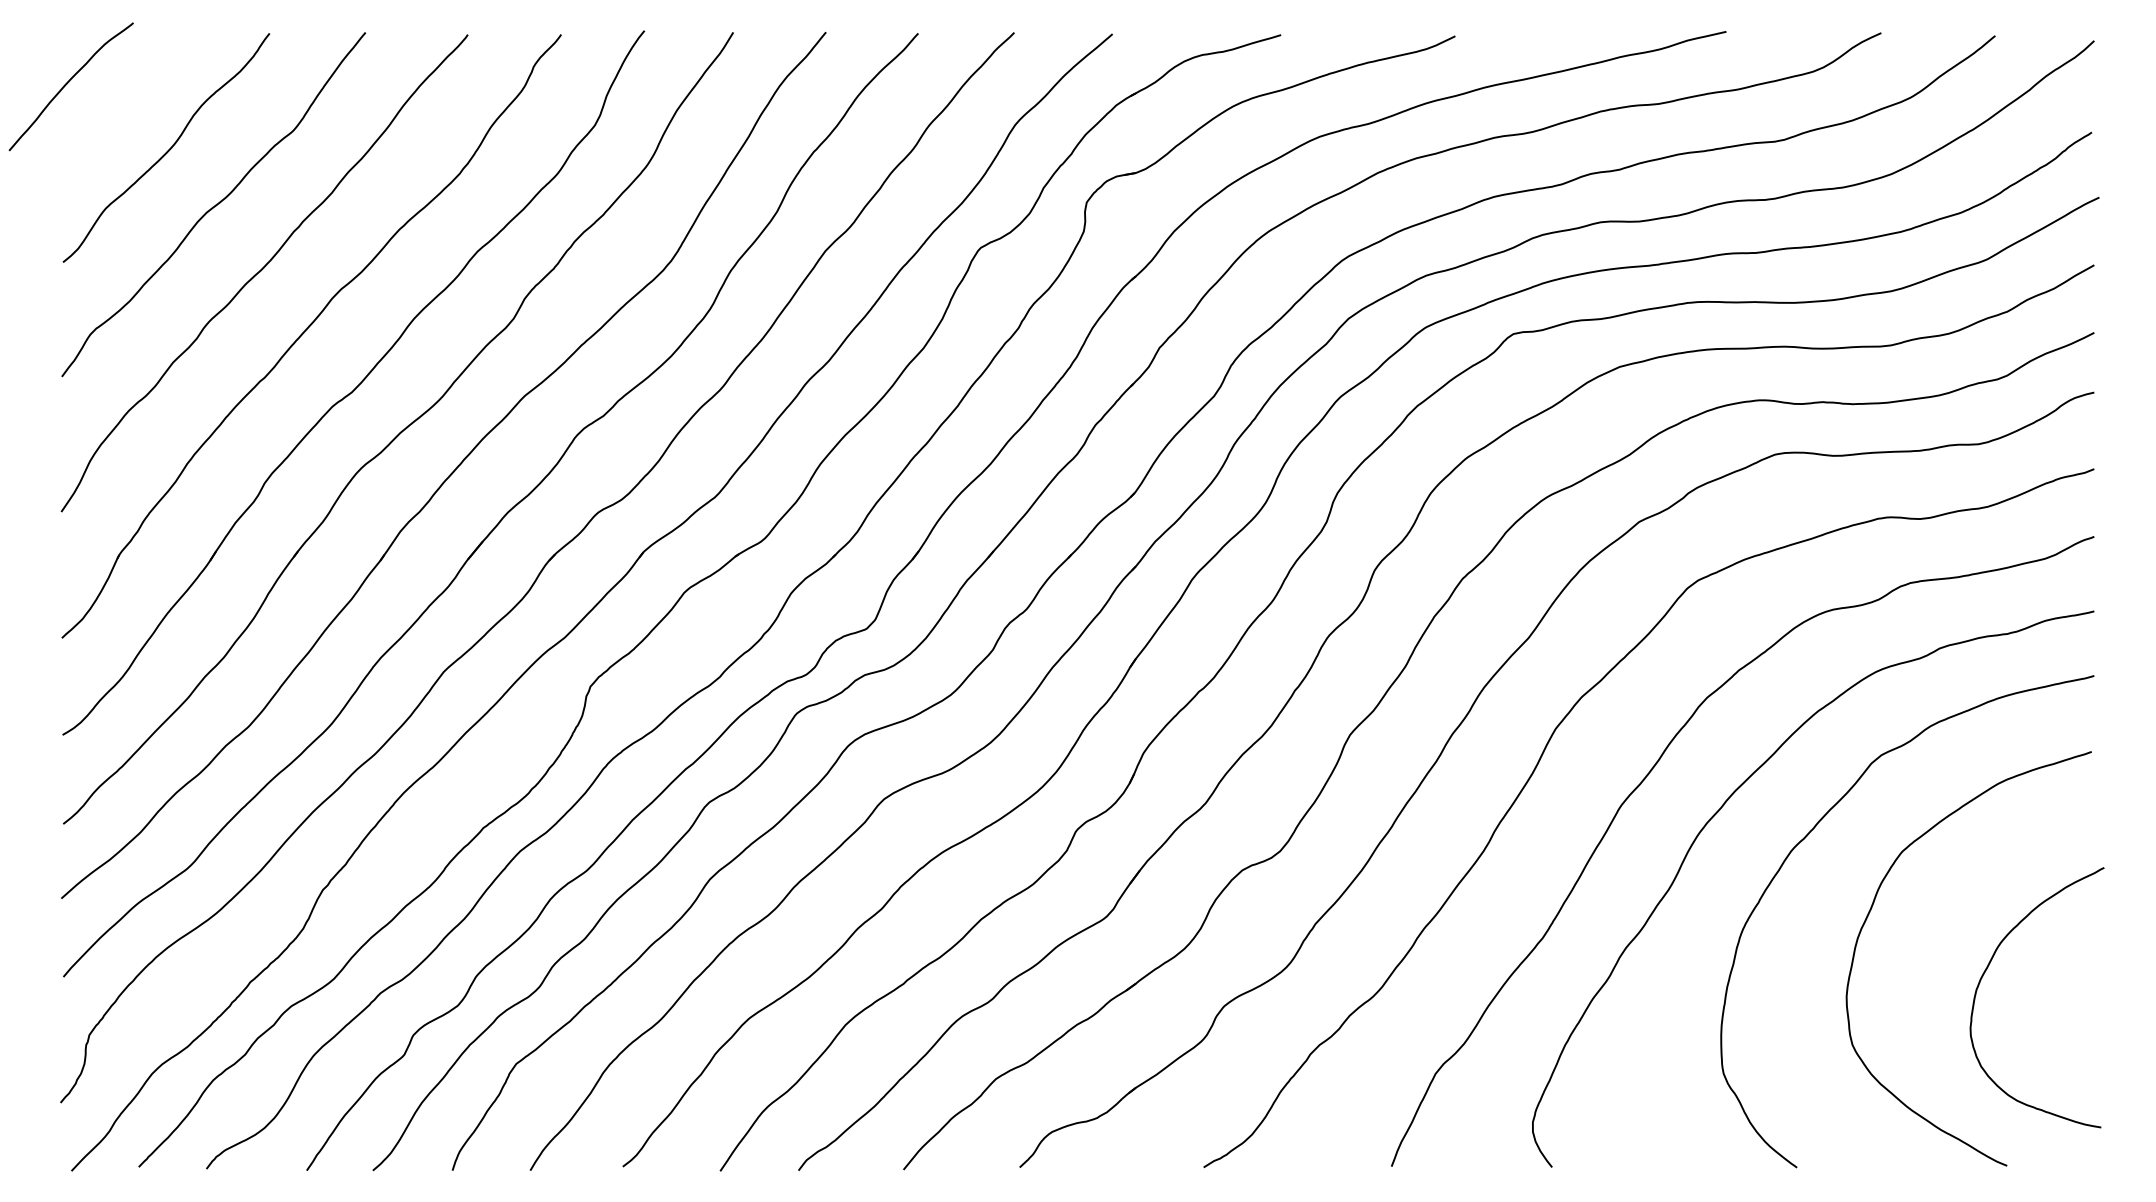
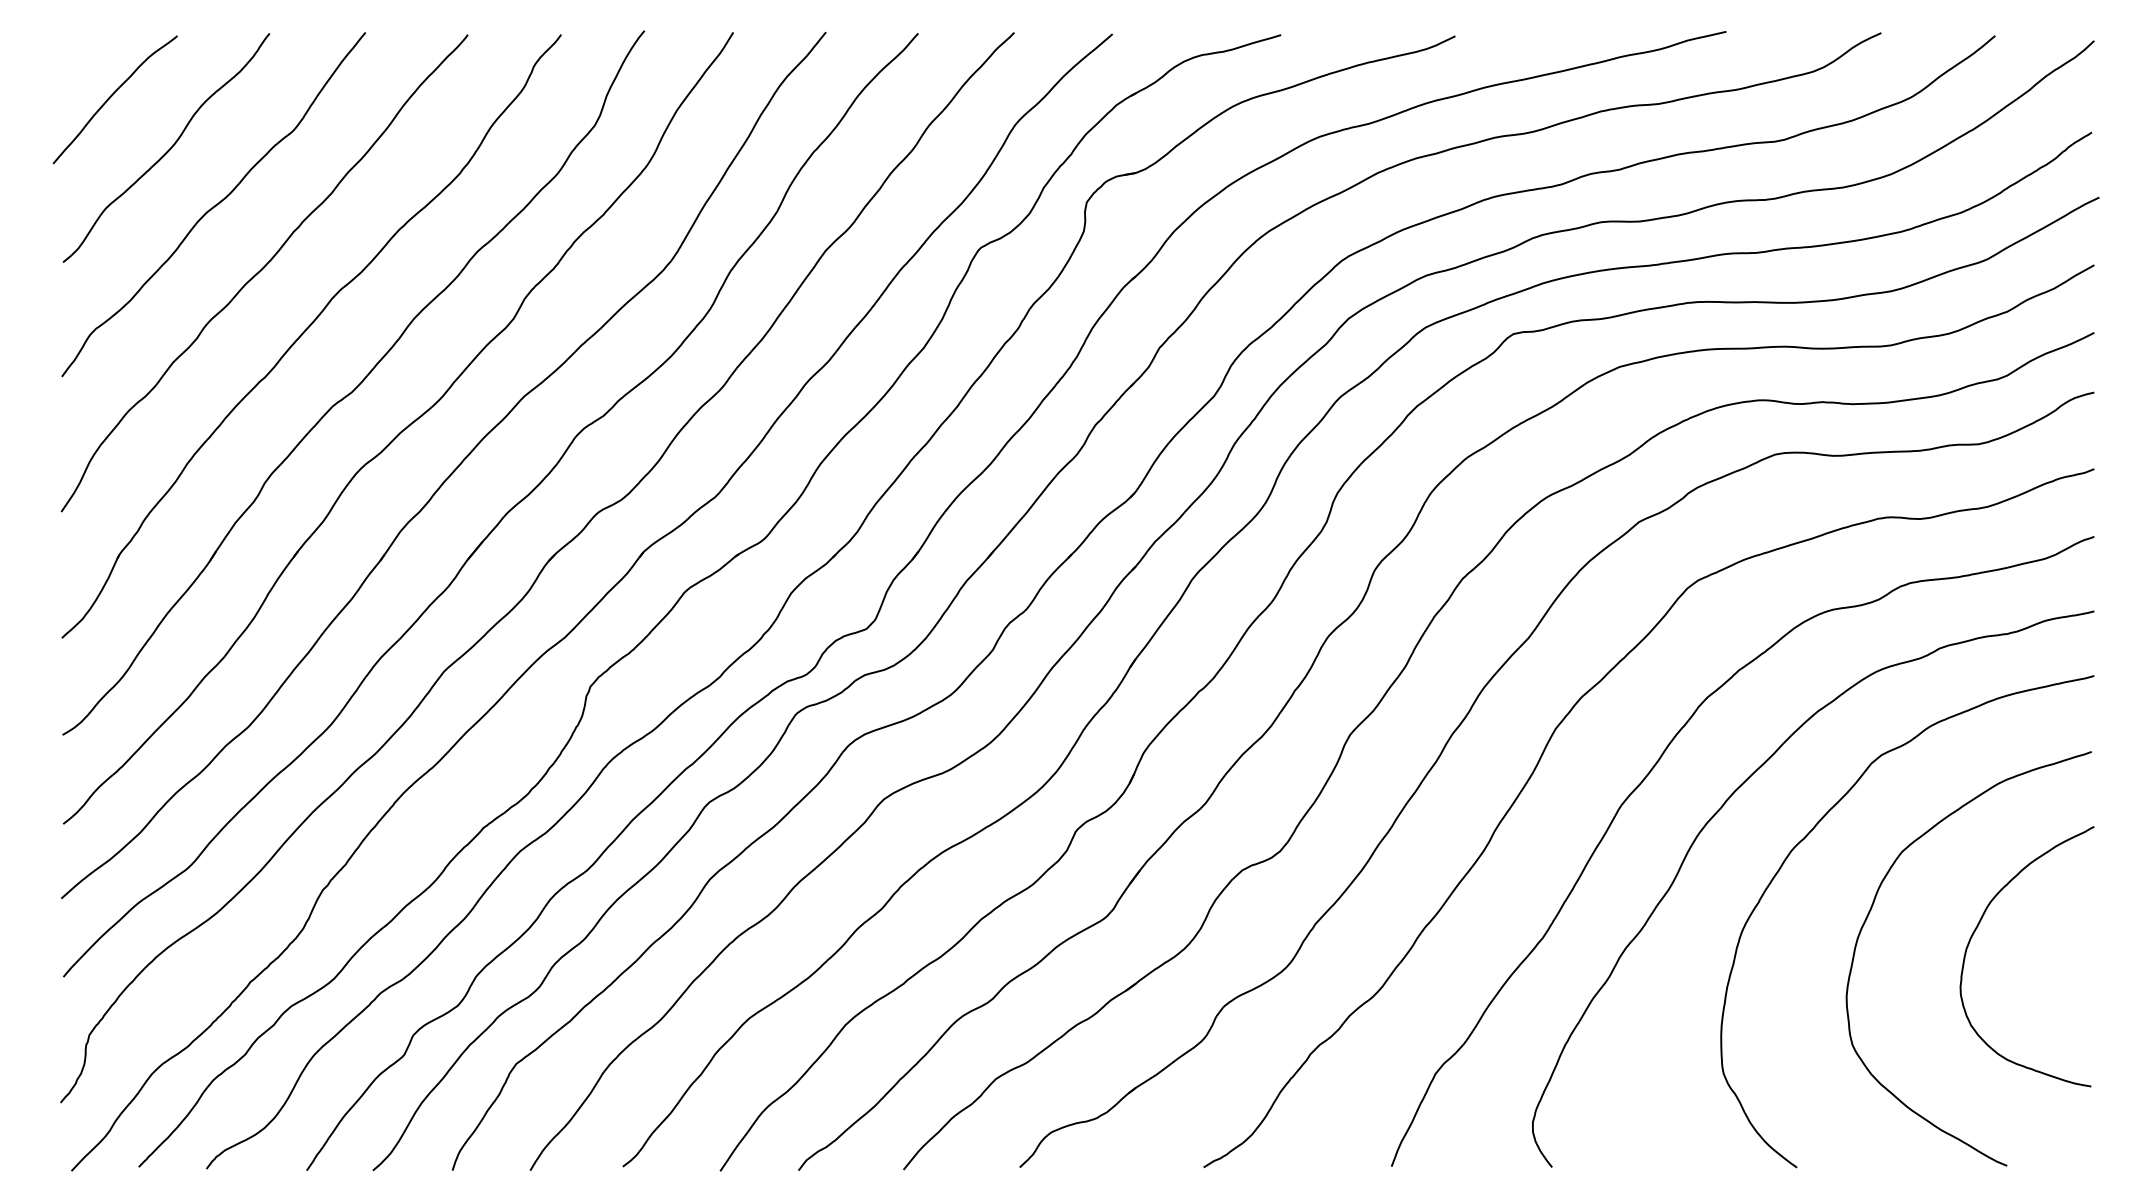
curve at (68, 83) position: (68, 83) -> (112, 96)
curve at (1987, 969) position: (1987, 969) -> (1977, 928)
